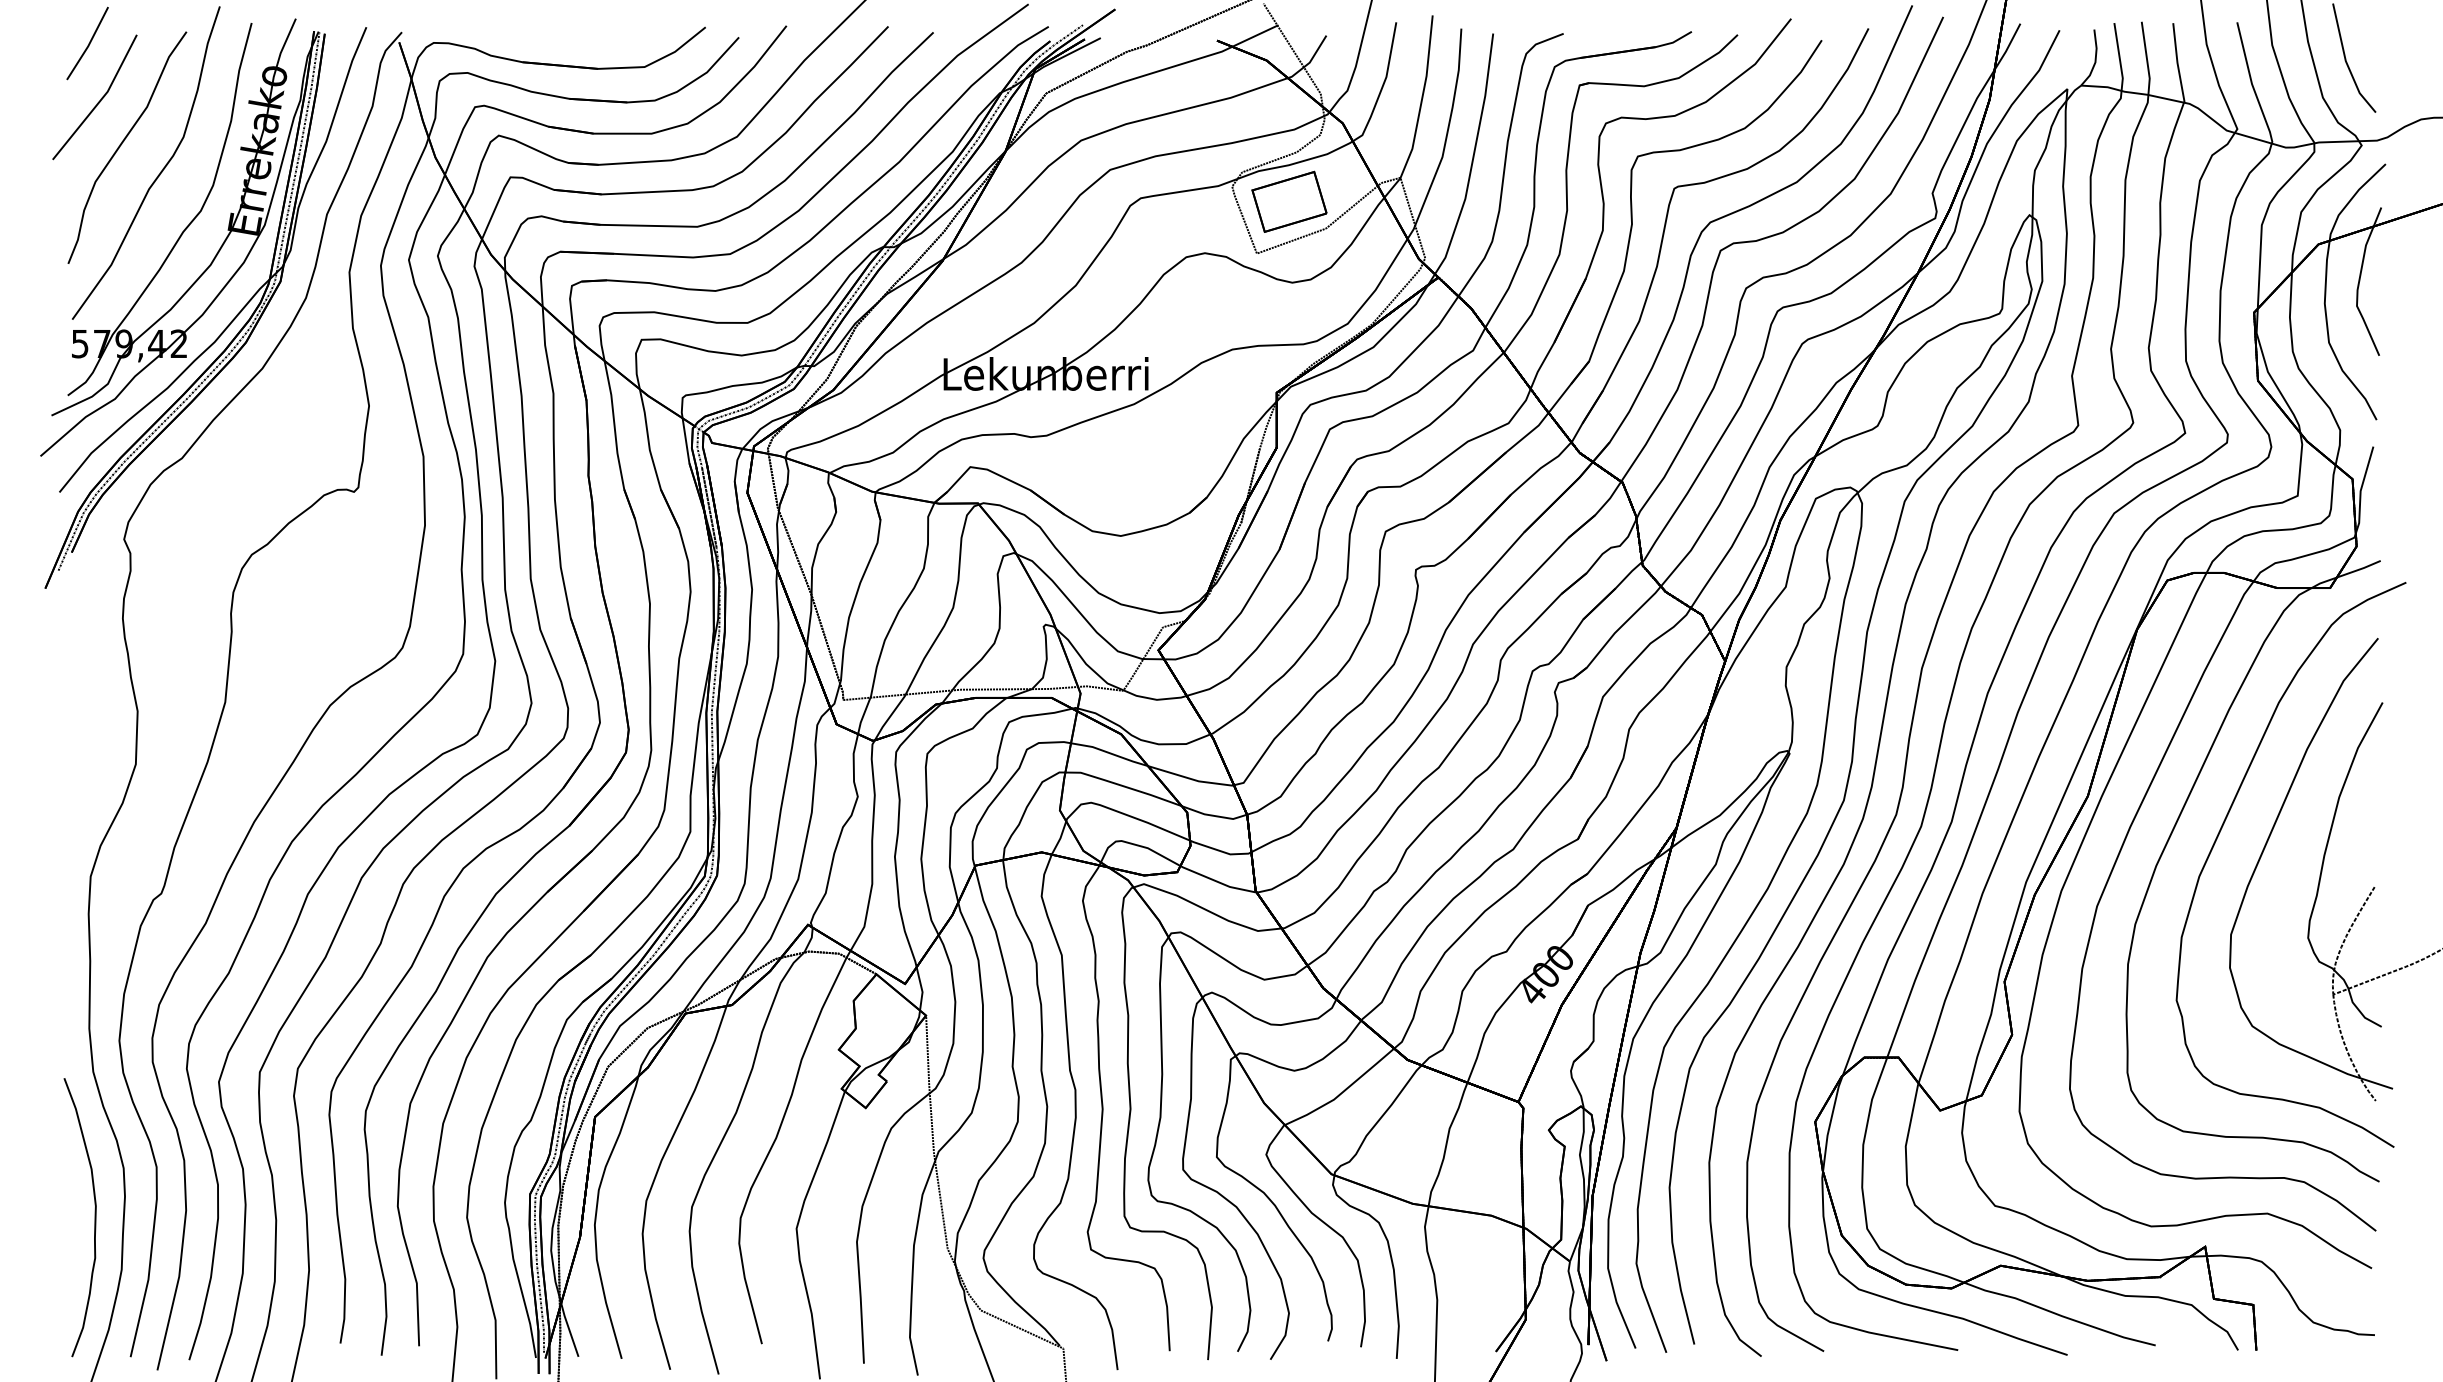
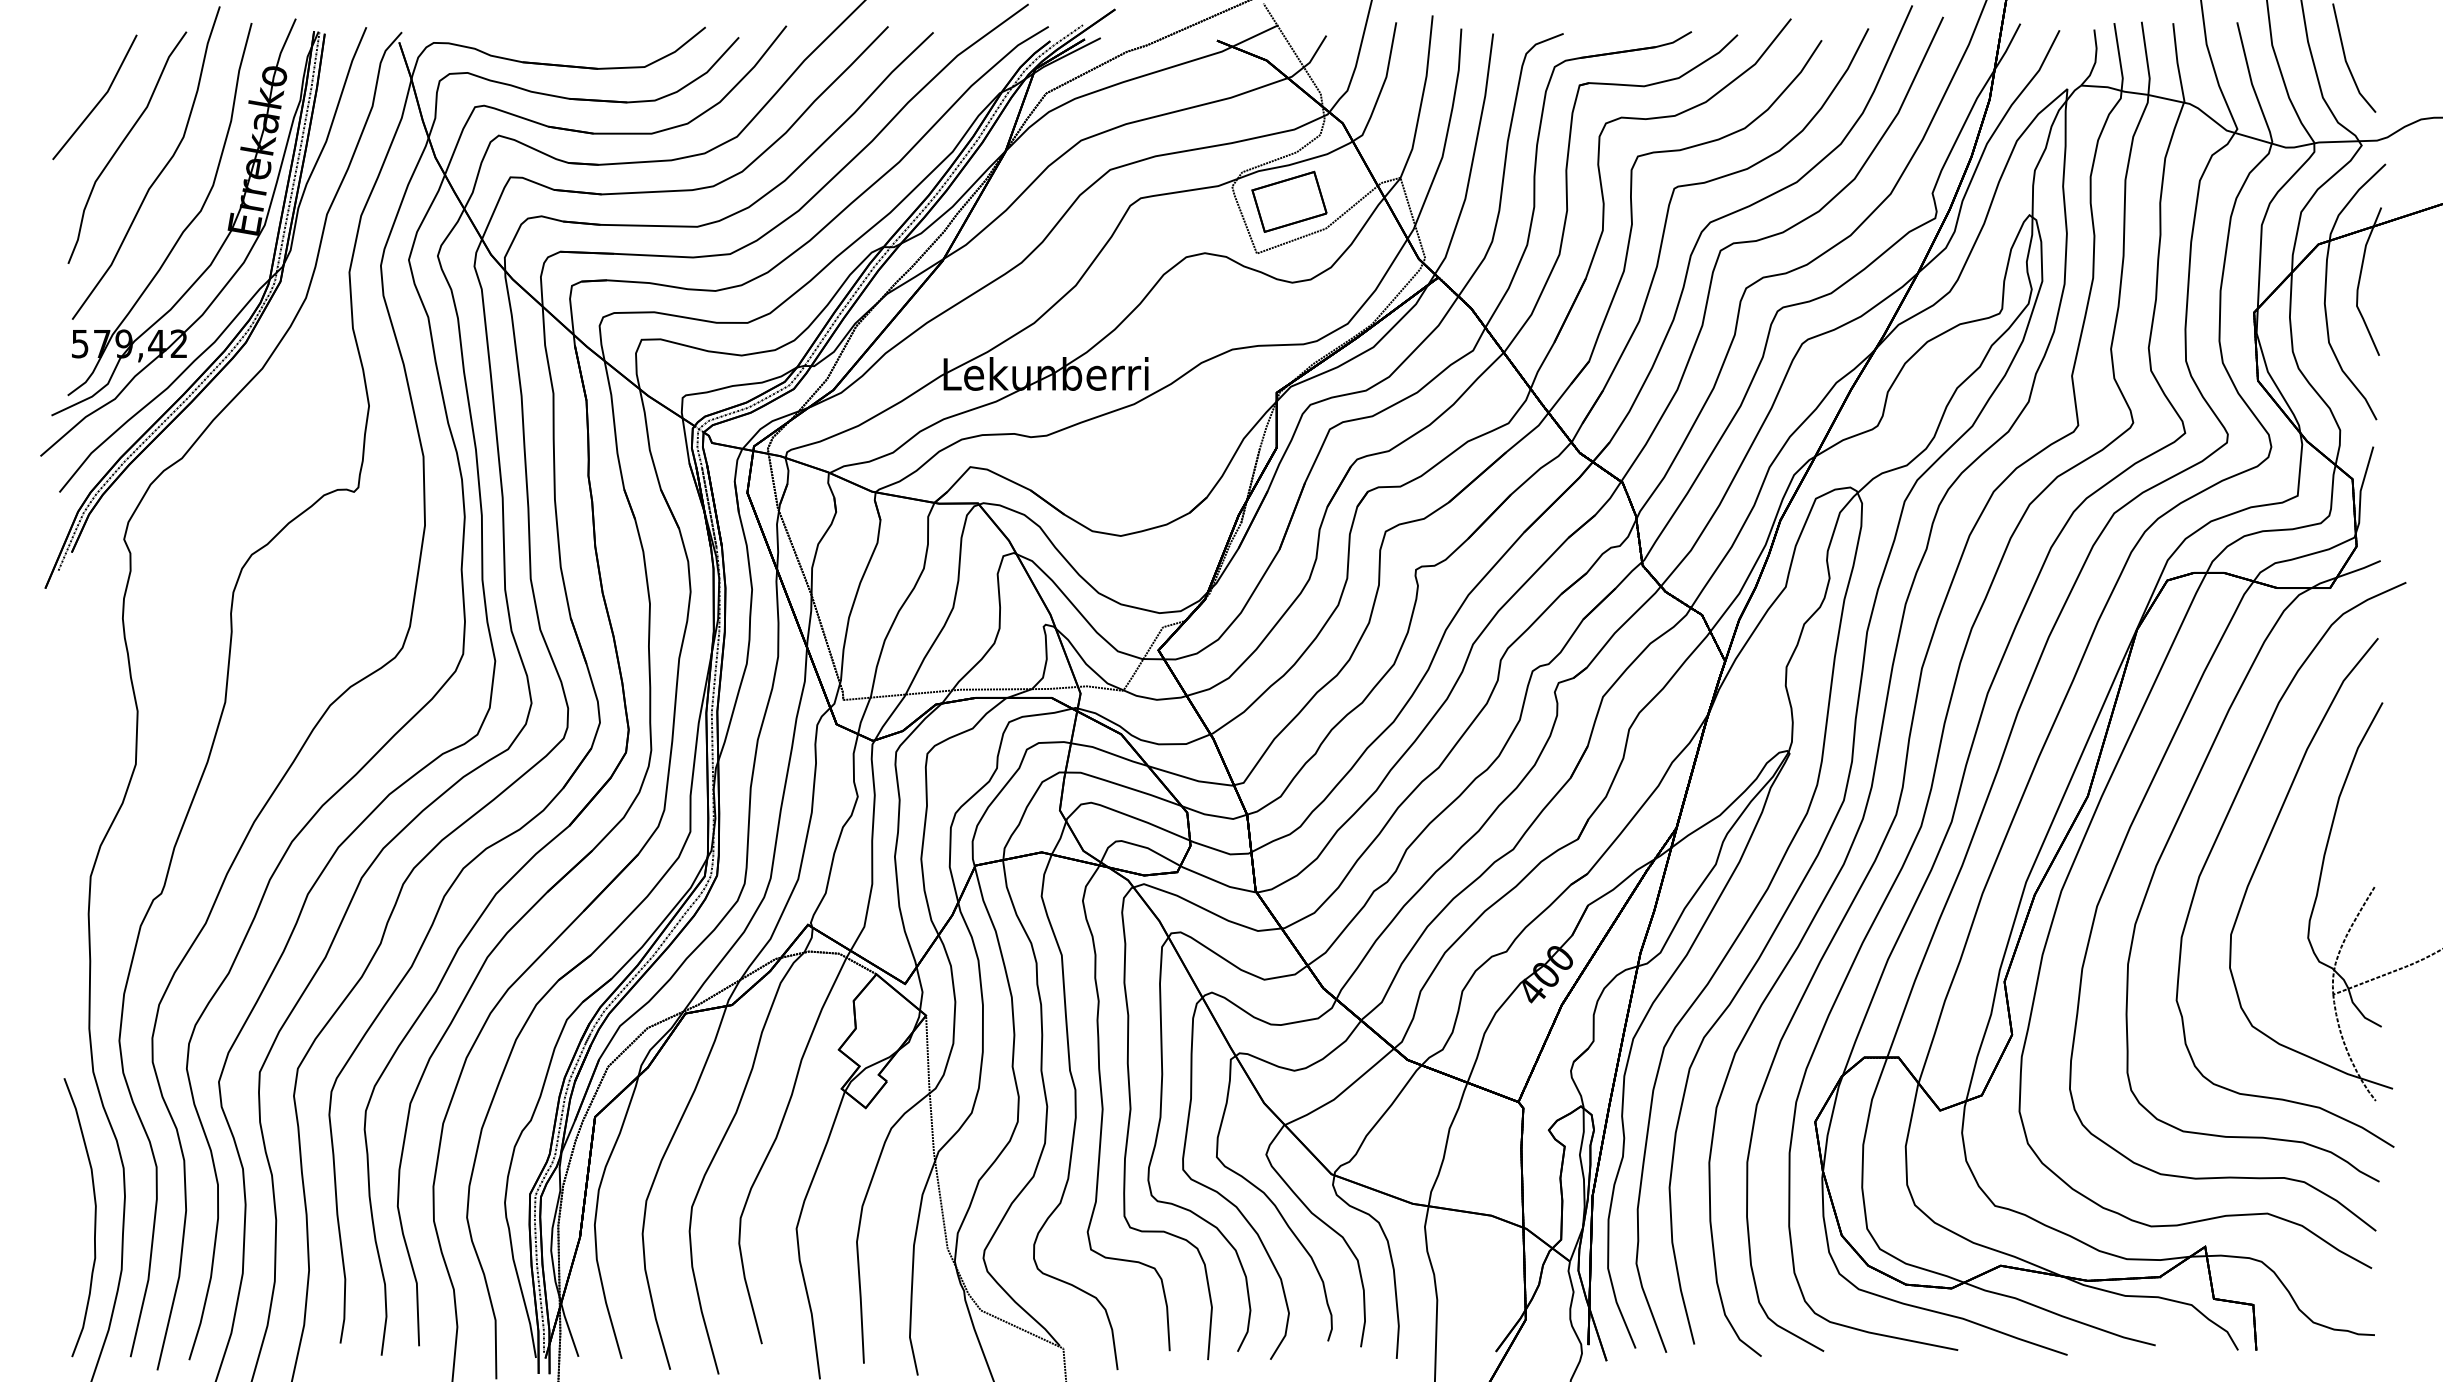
line at (88, 43): present -> none
